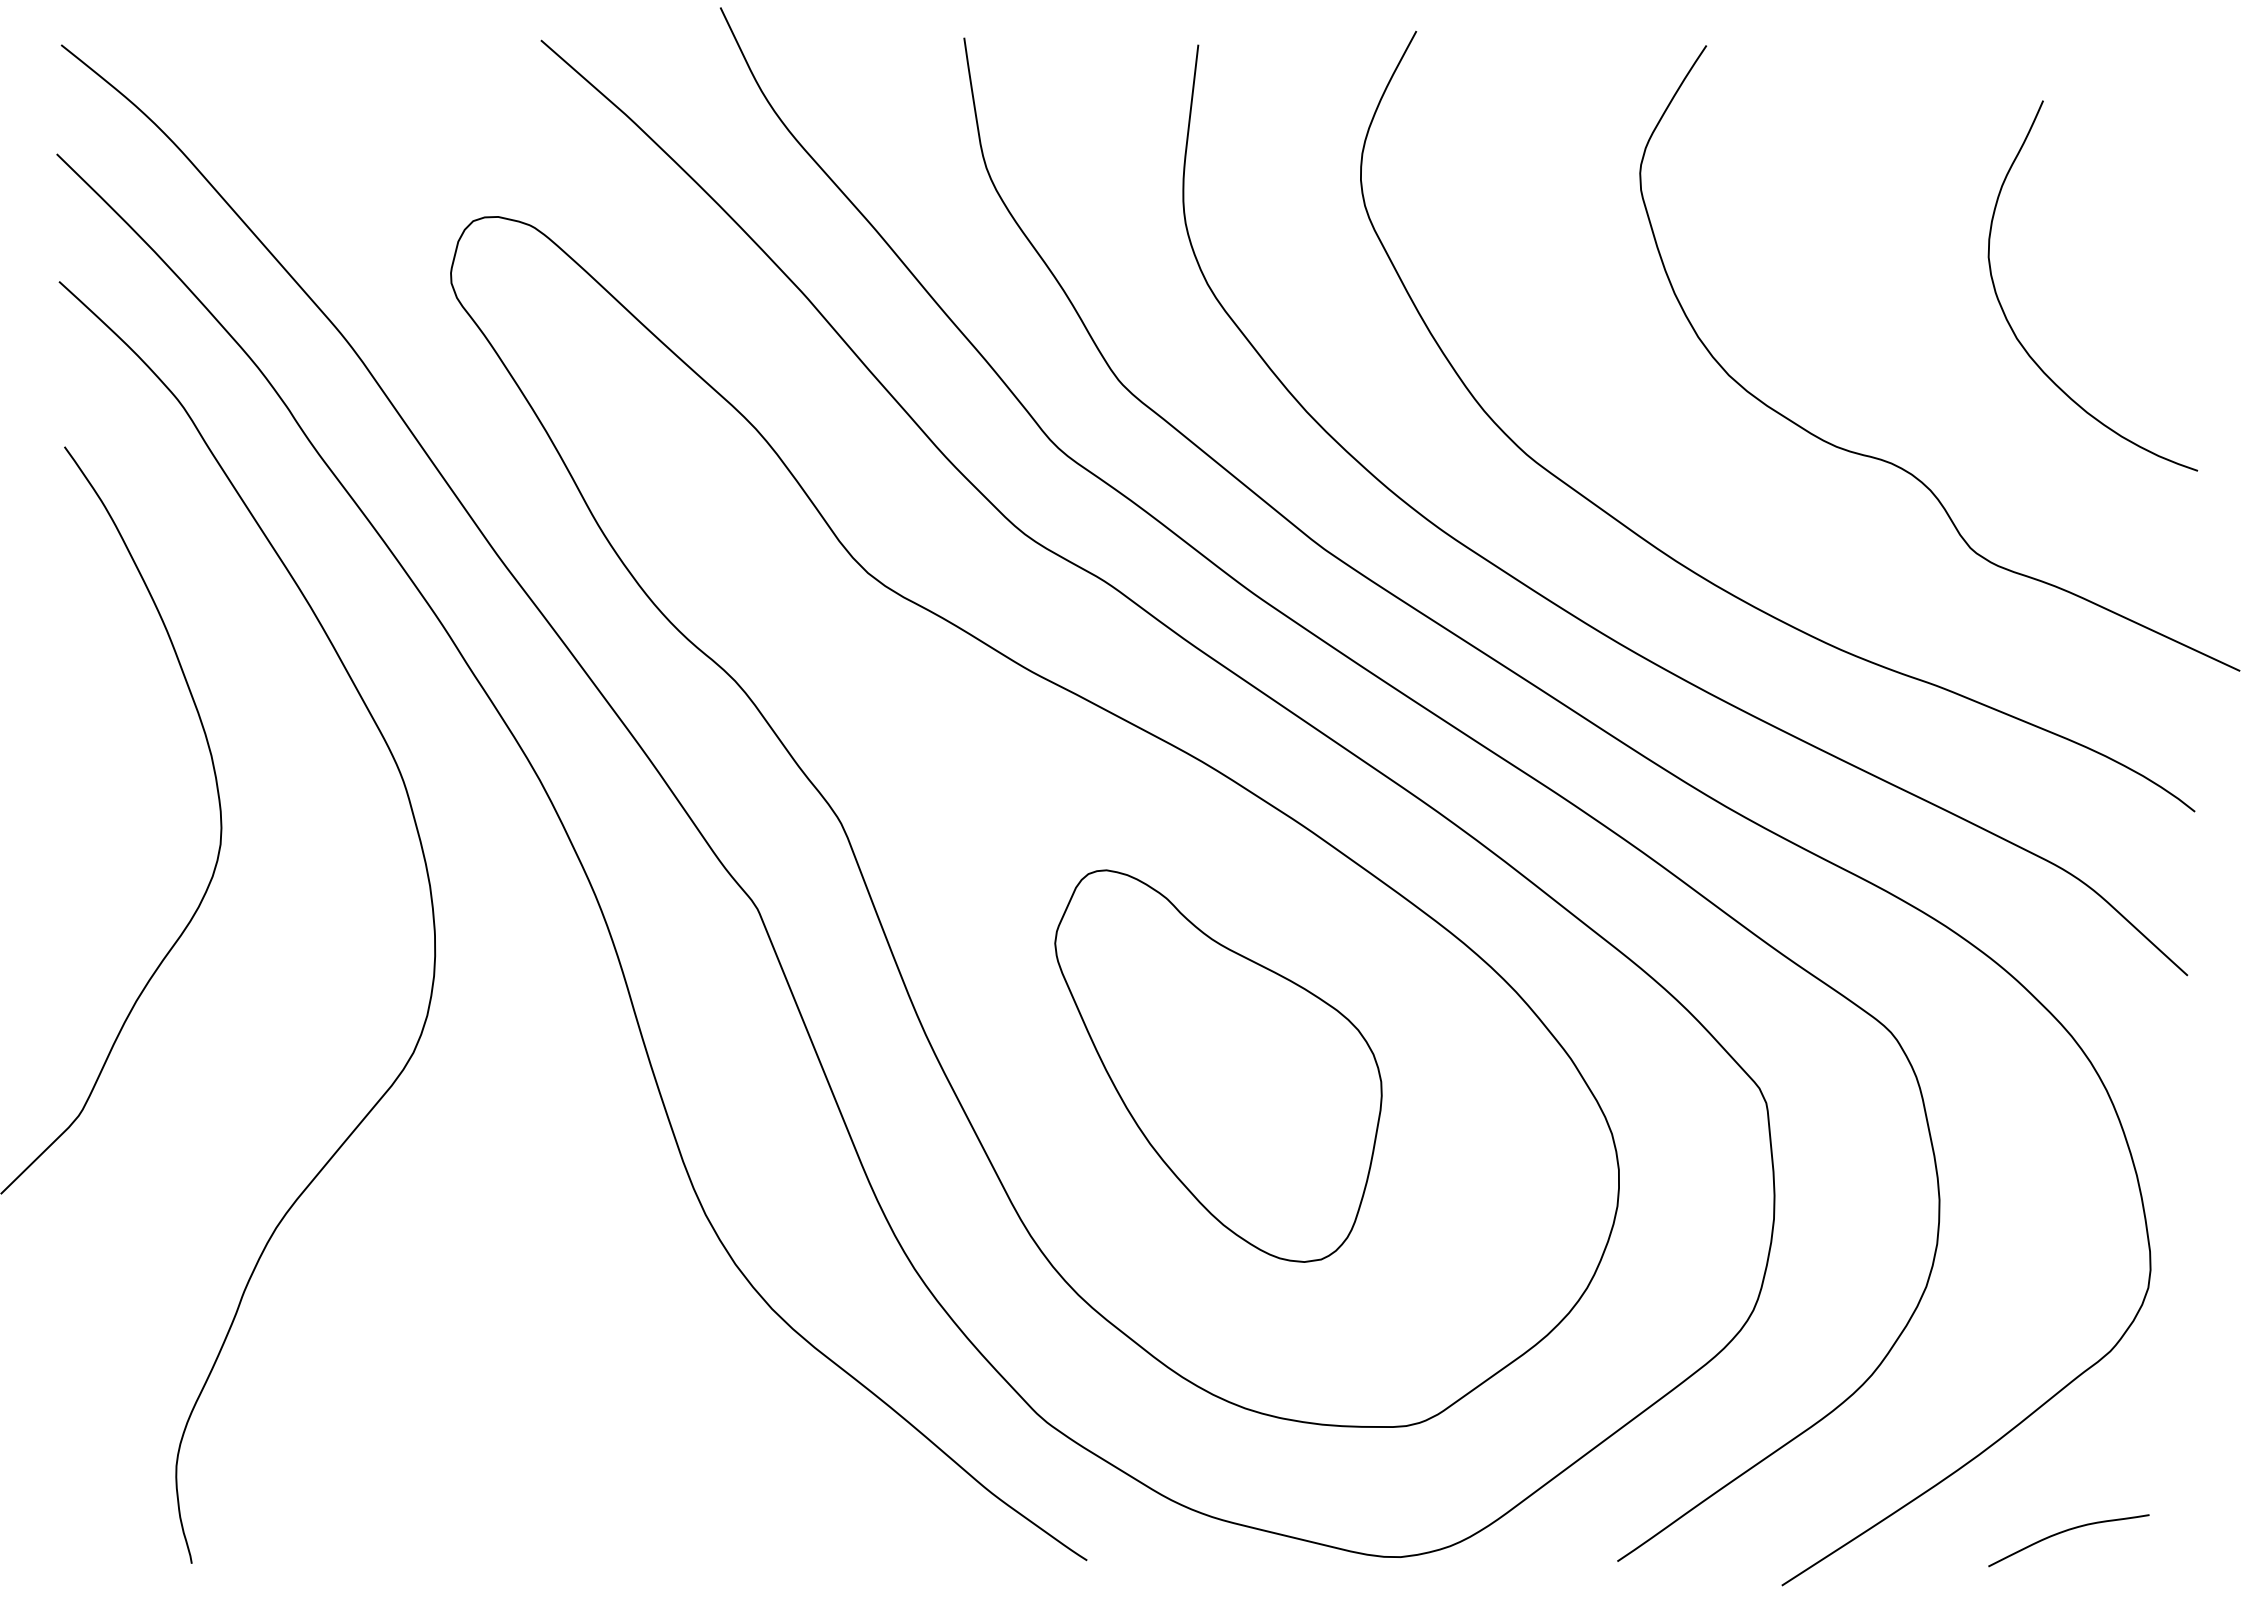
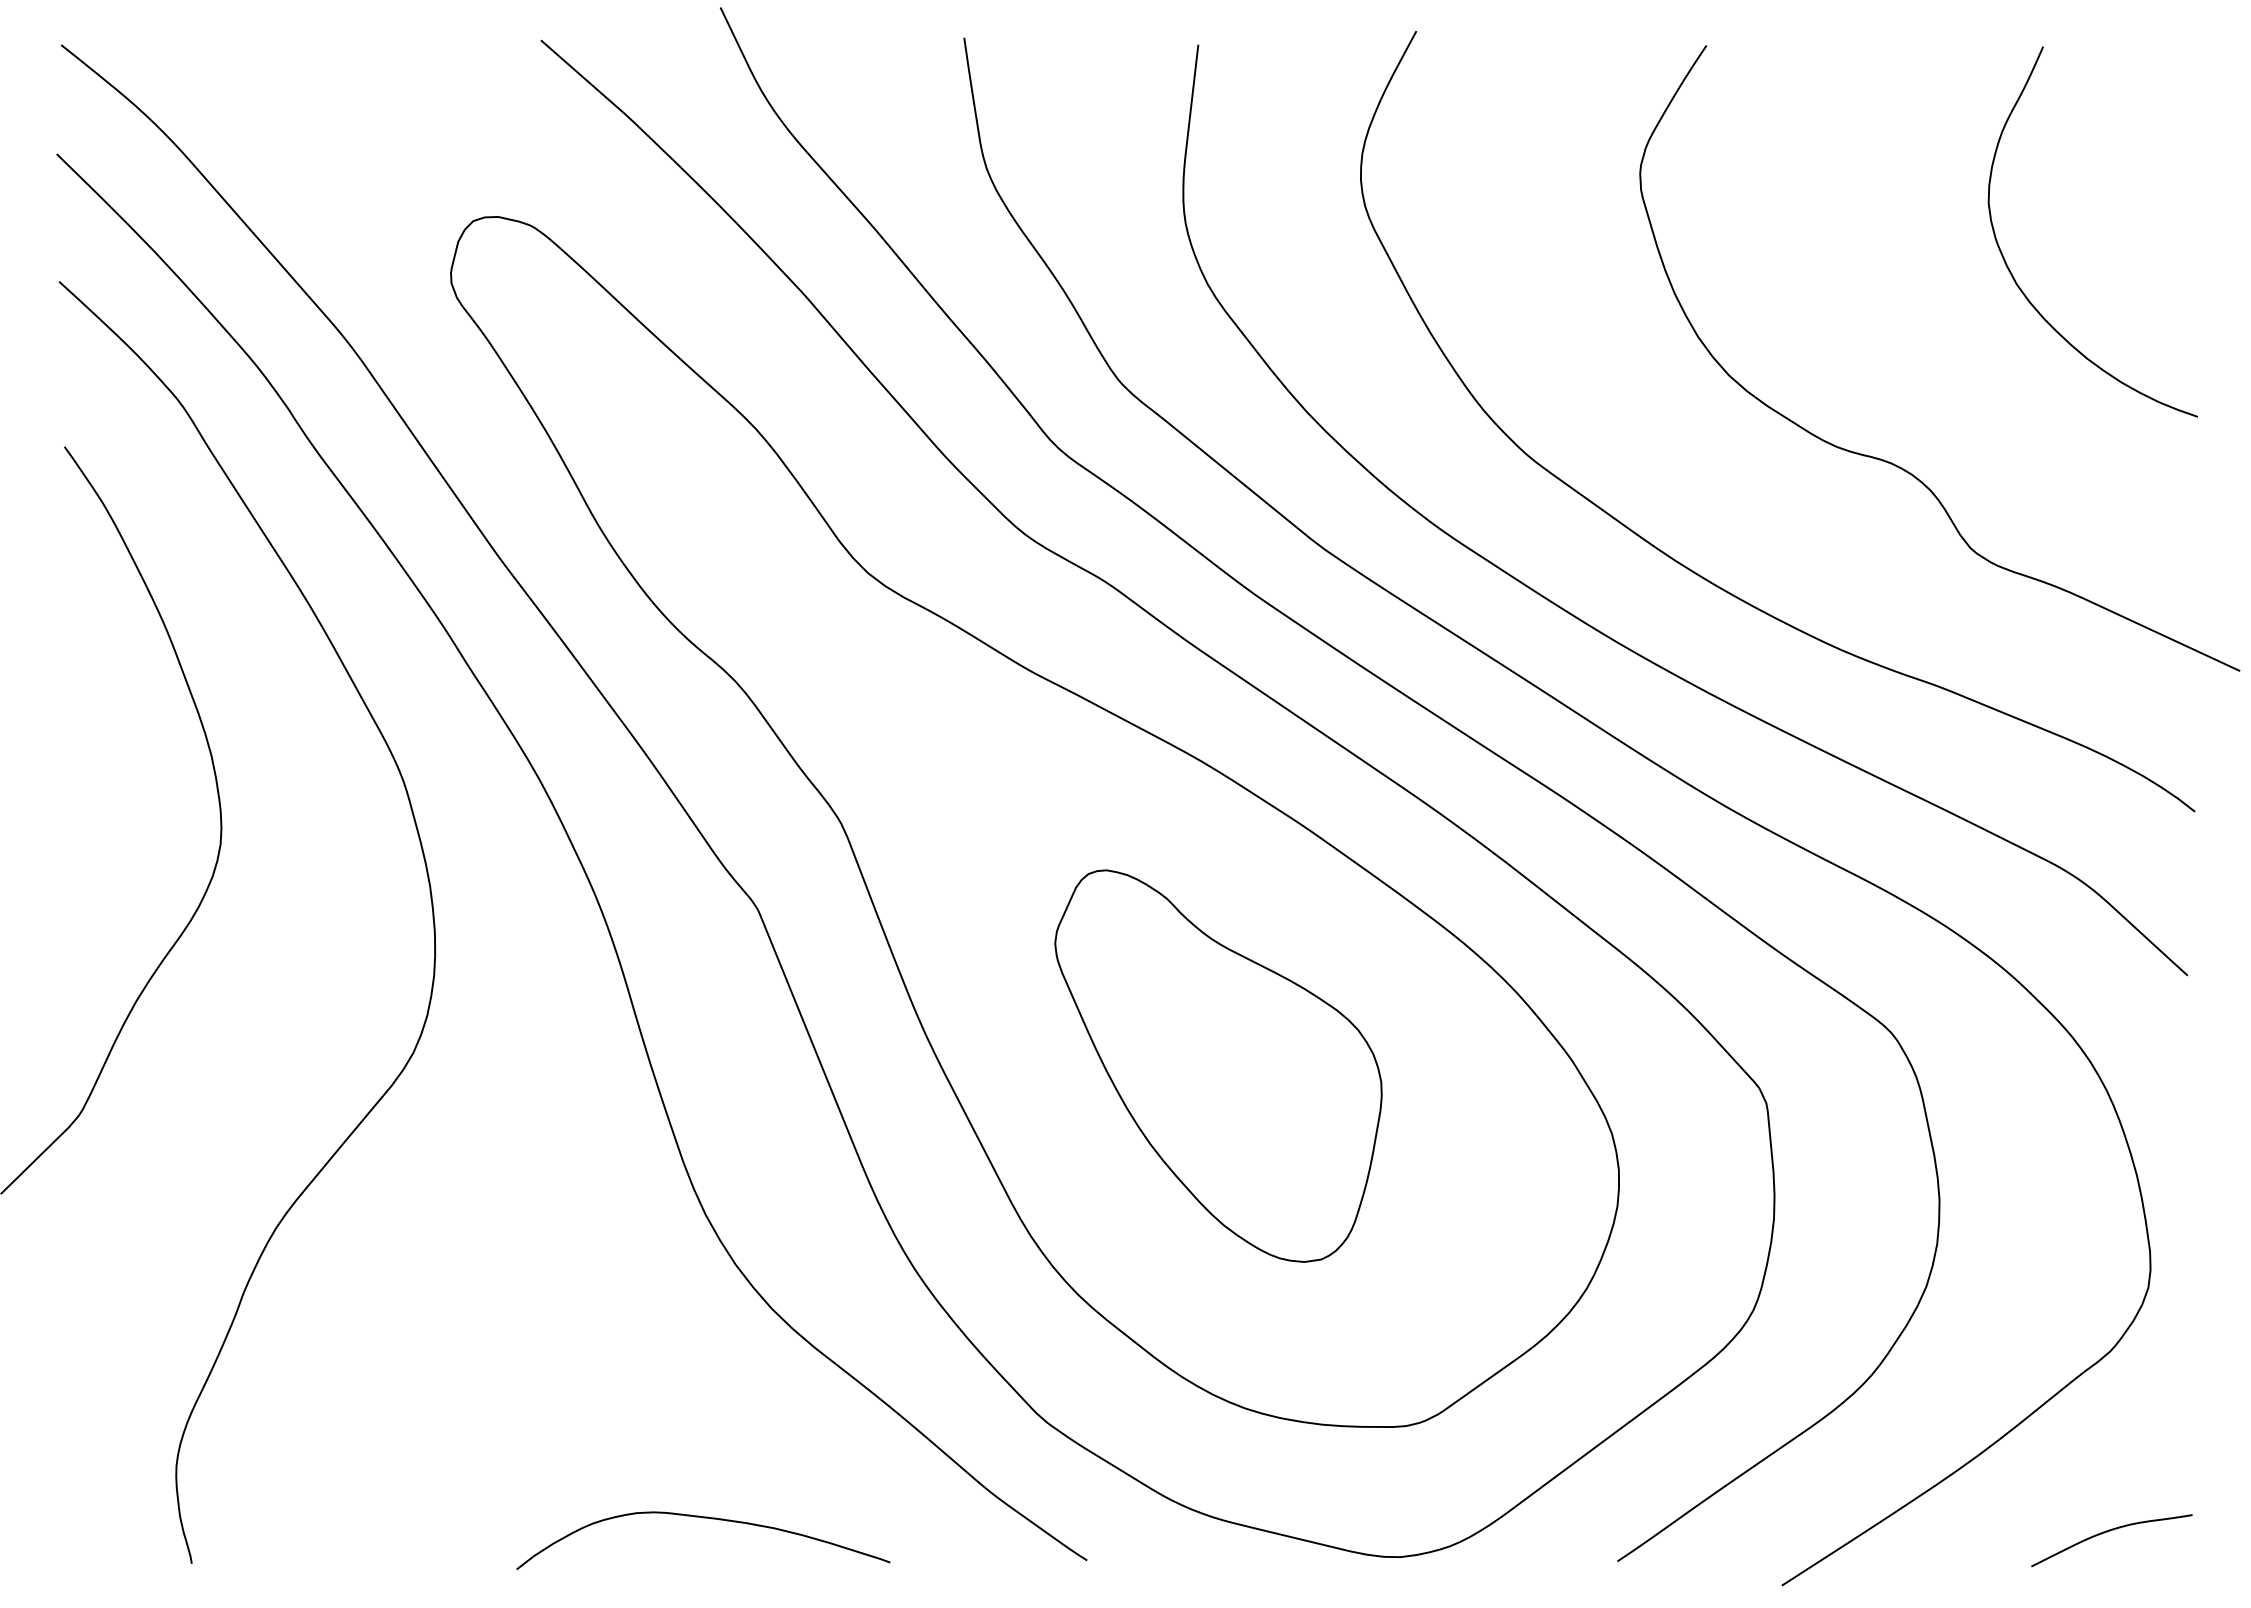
curve at (2012, 327) position: (2012, 327) -> (2012, 273)
curve at (703, 1518): none -> present
curve at (2064, 1532) position: (2064, 1532) -> (2107, 1532)
